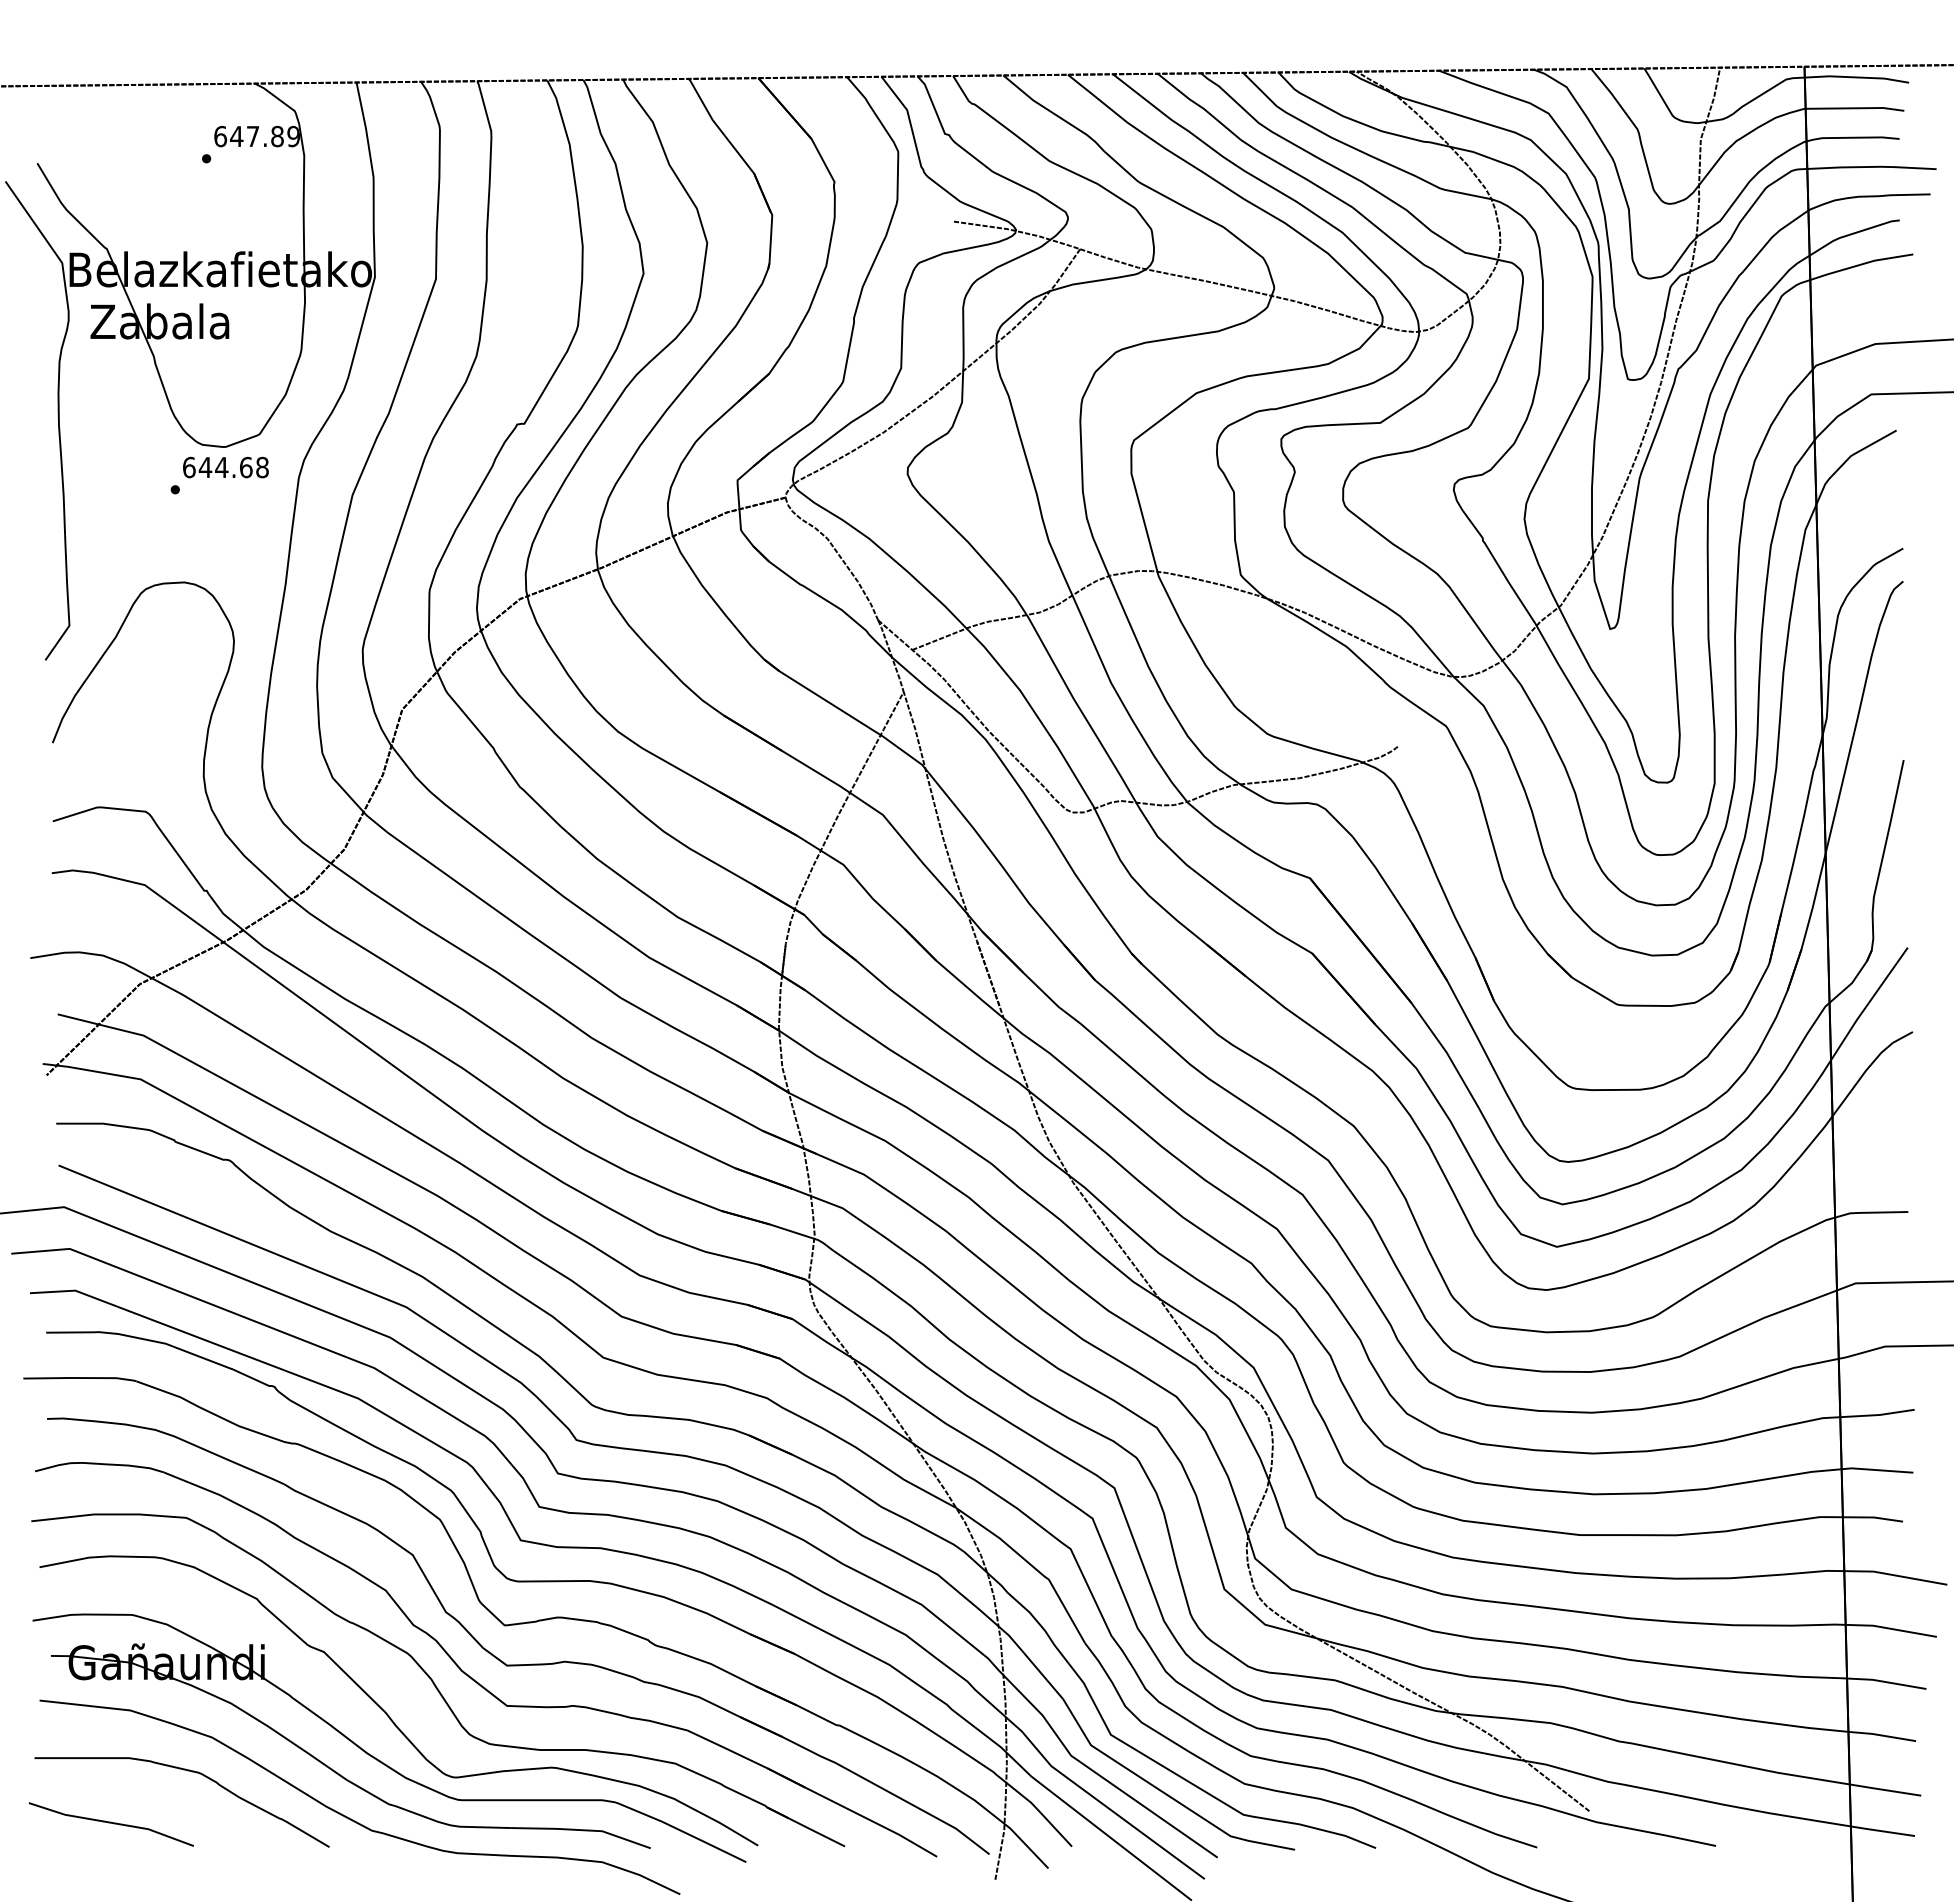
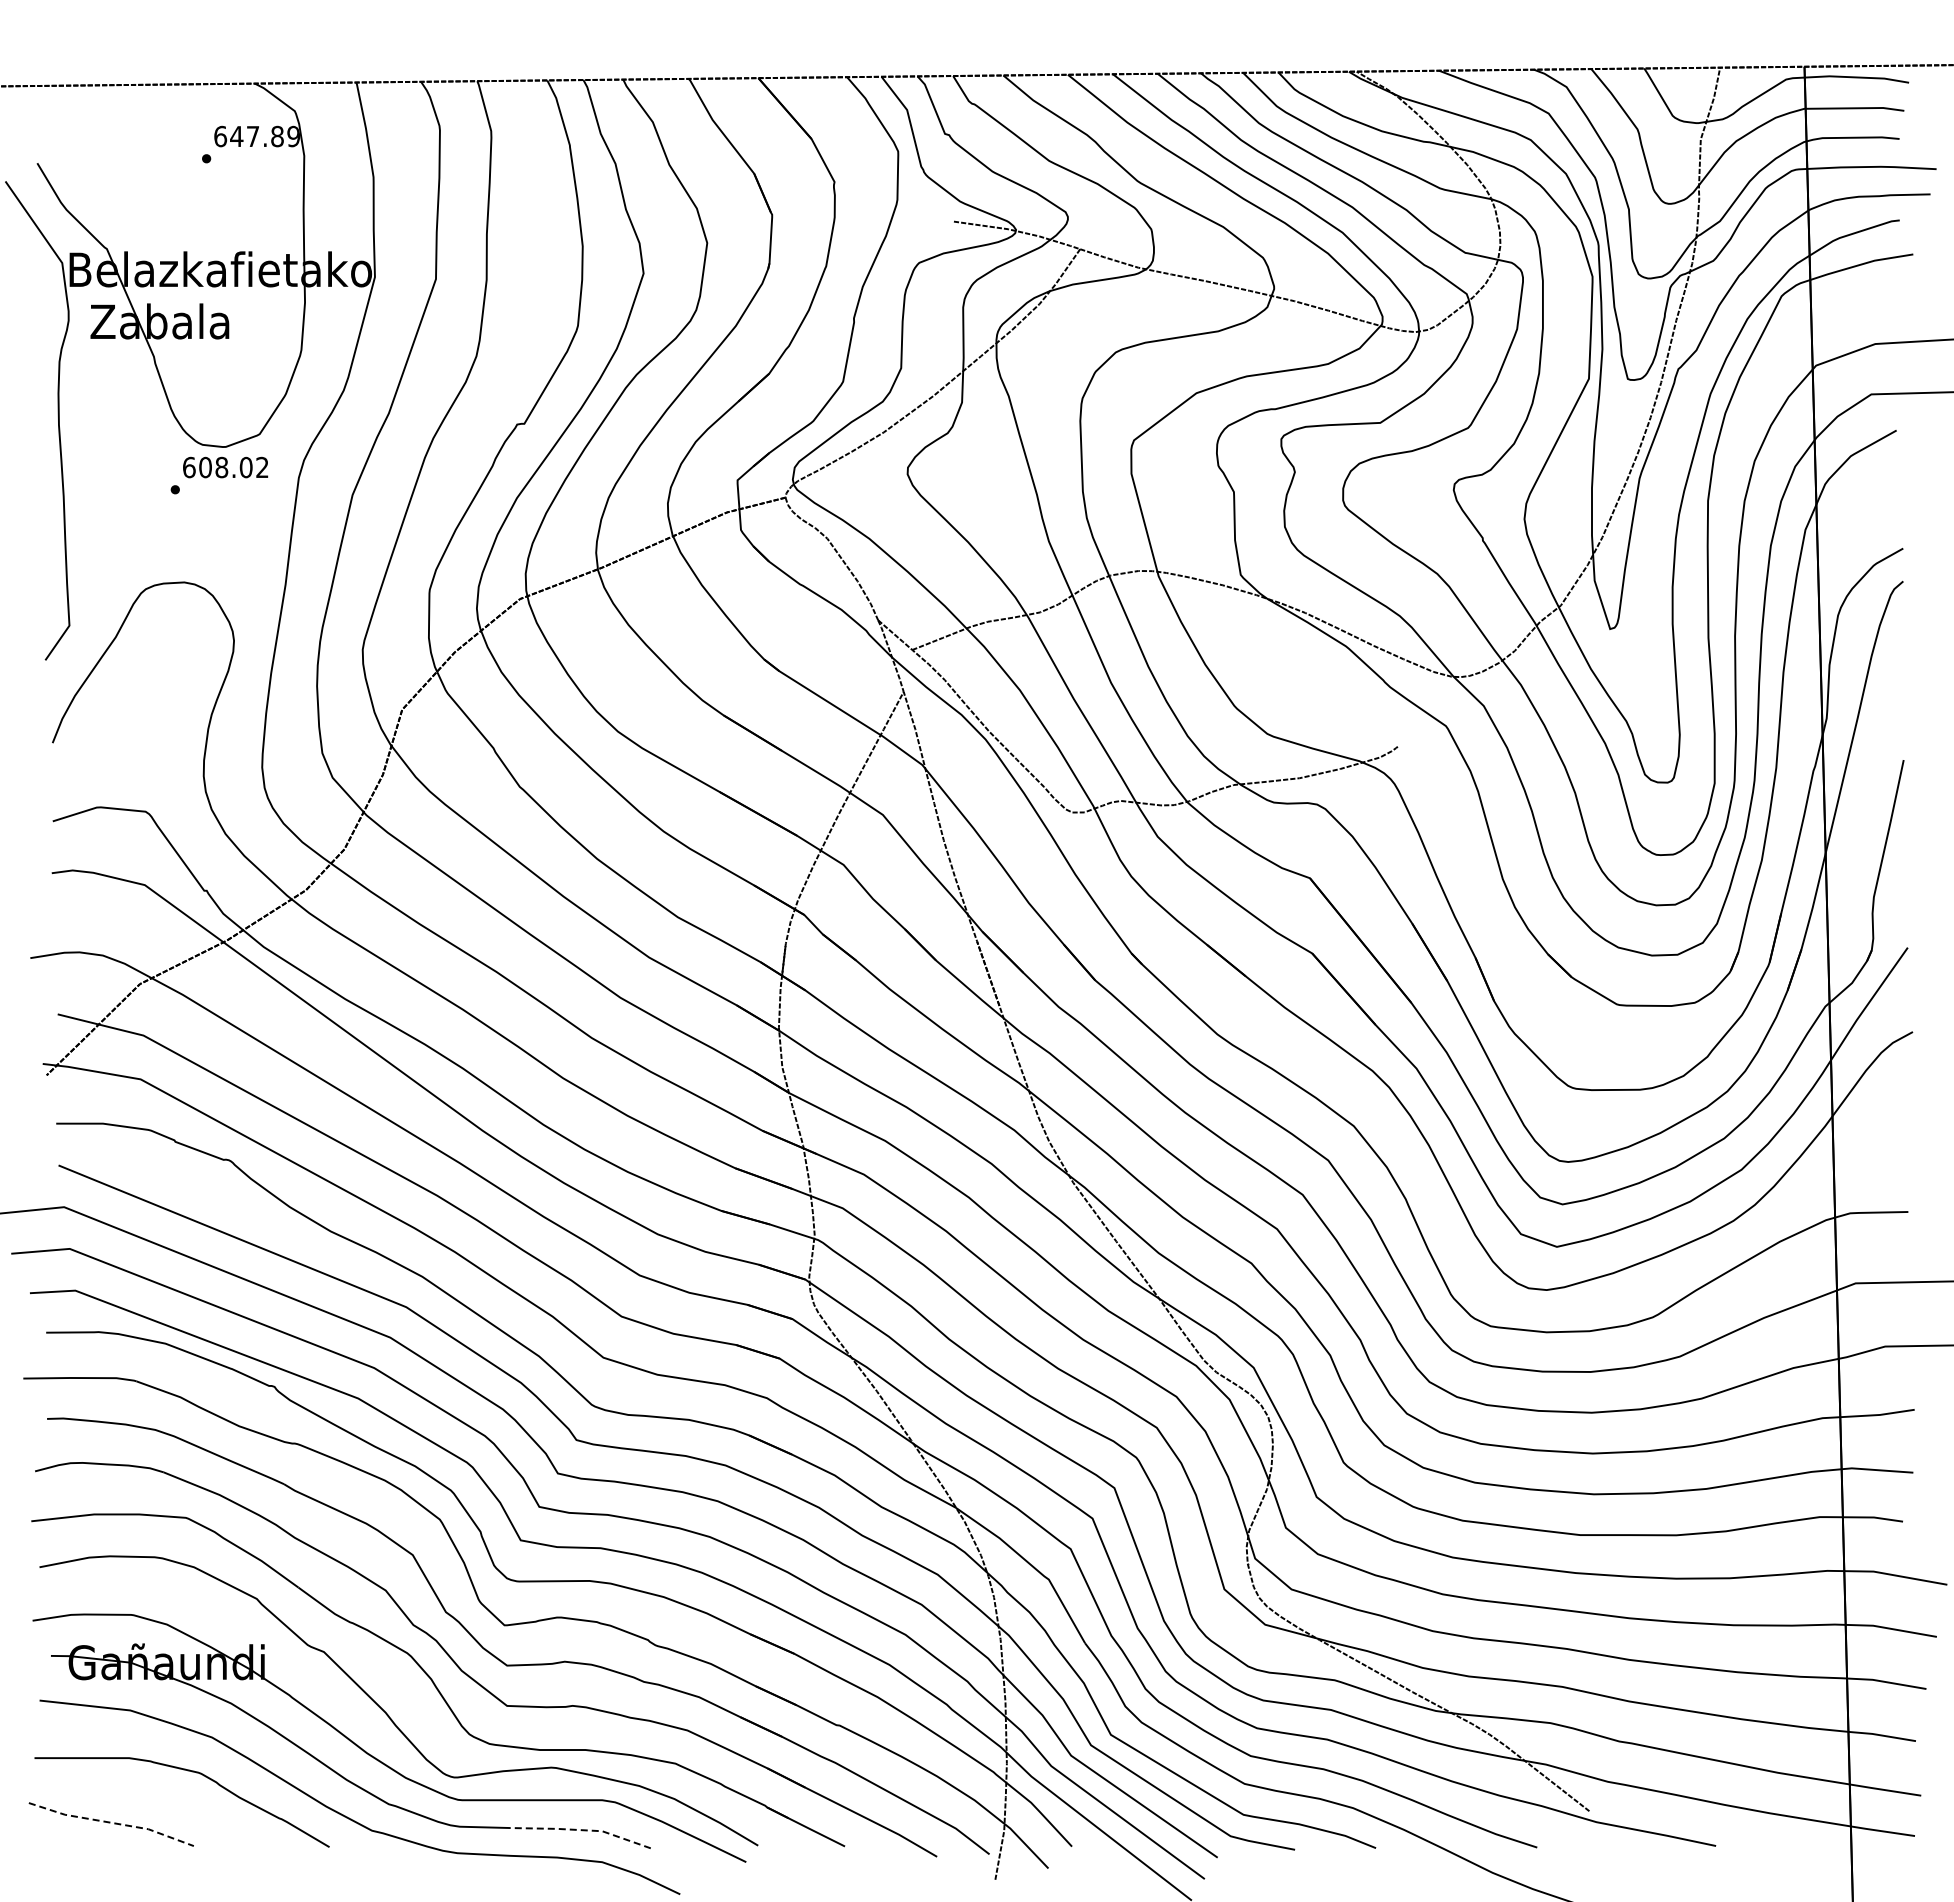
text at (233, 467): 644.68 -> 608.02
line at (112, 1822): solid -> dashed
line at (581, 1830): solid -> dashed
